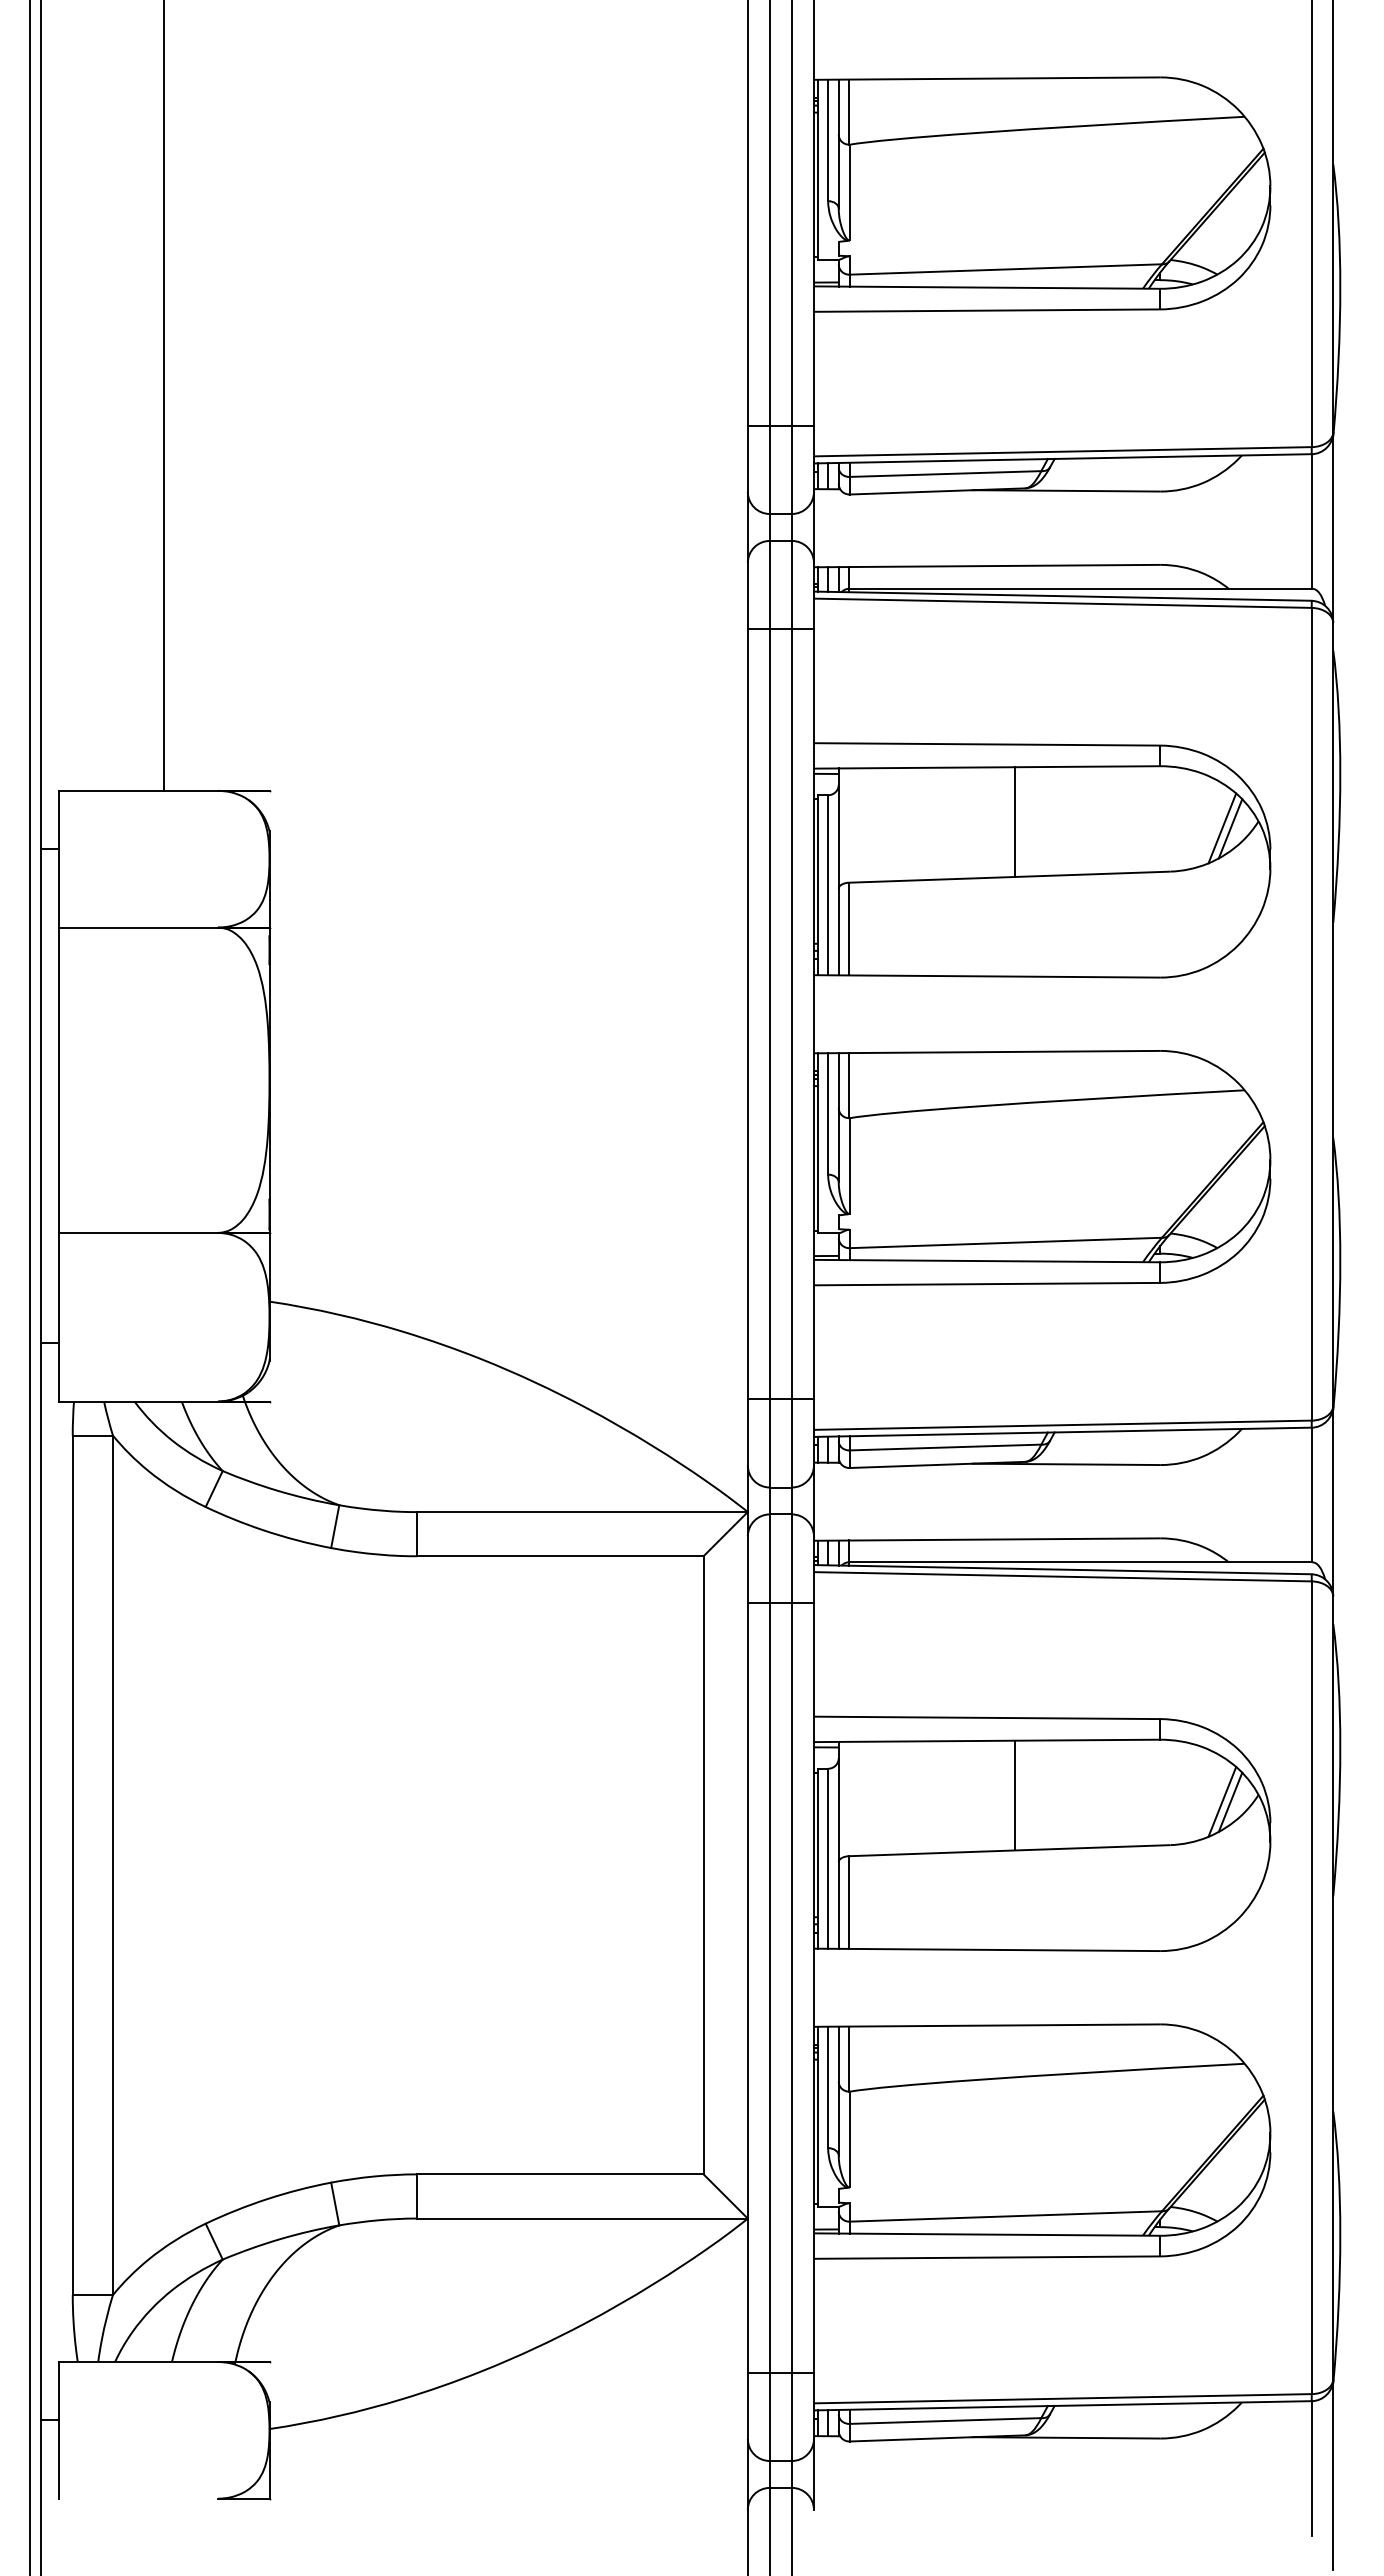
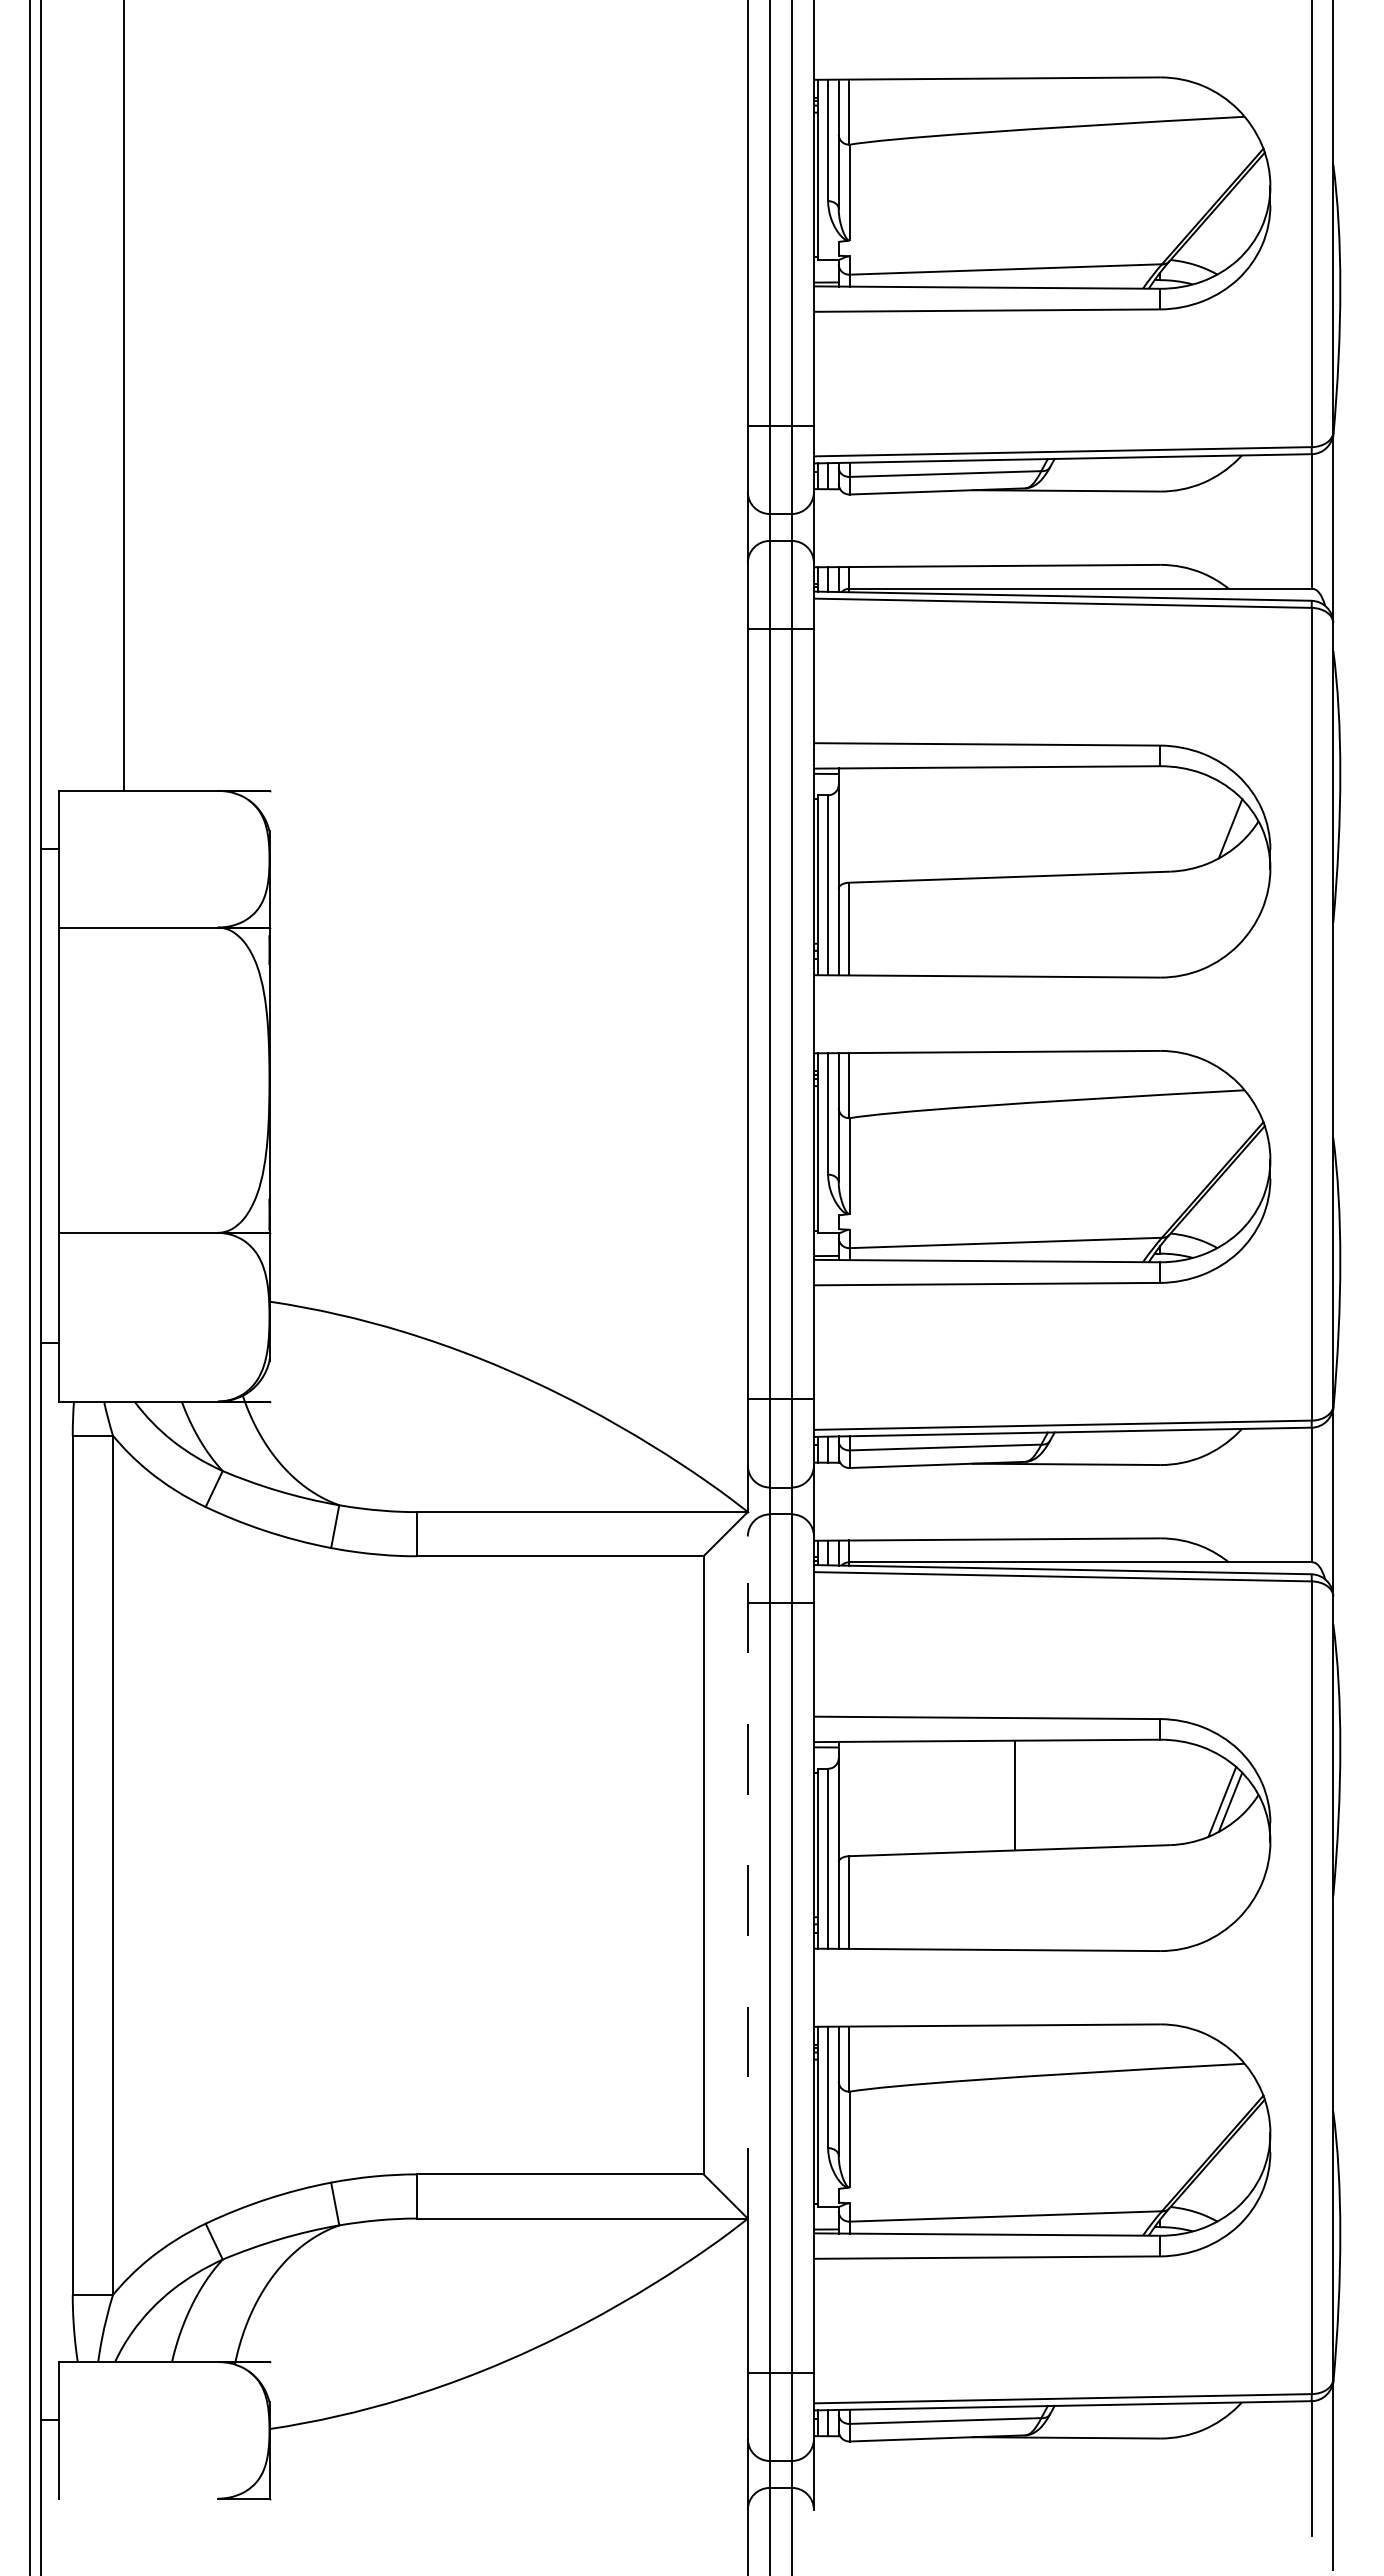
line at (164, 396) position: (164, 396) -> (124, 396)
line at (1015, 821): present -> none
line at (1222, 828): present -> none
line at (747, 1864): solid -> dashed
